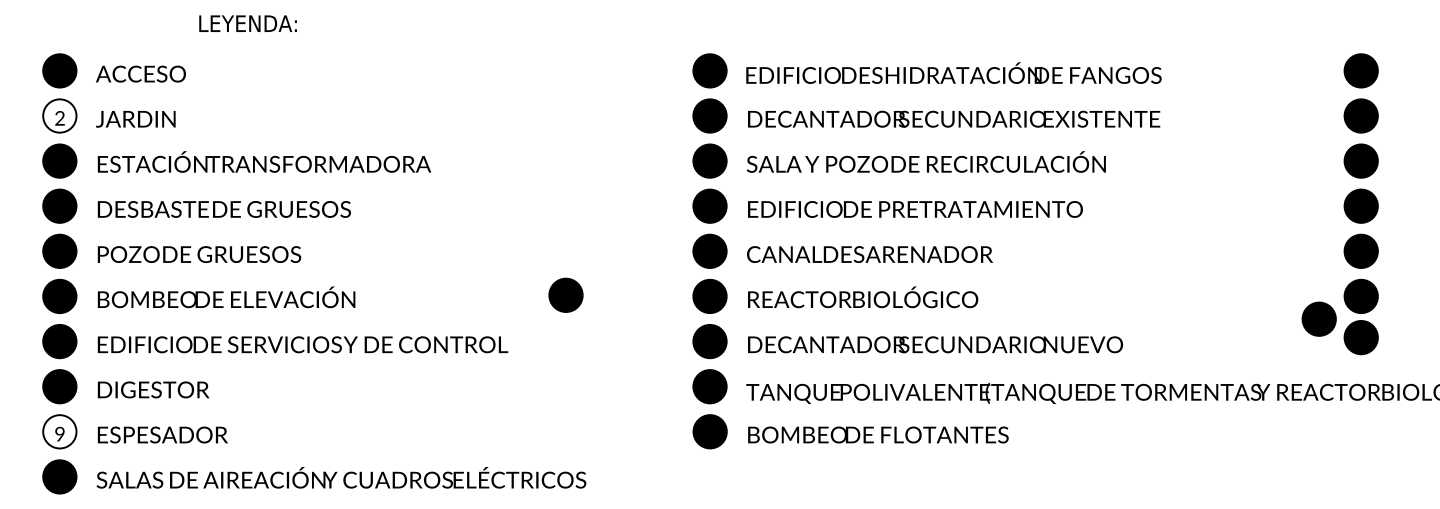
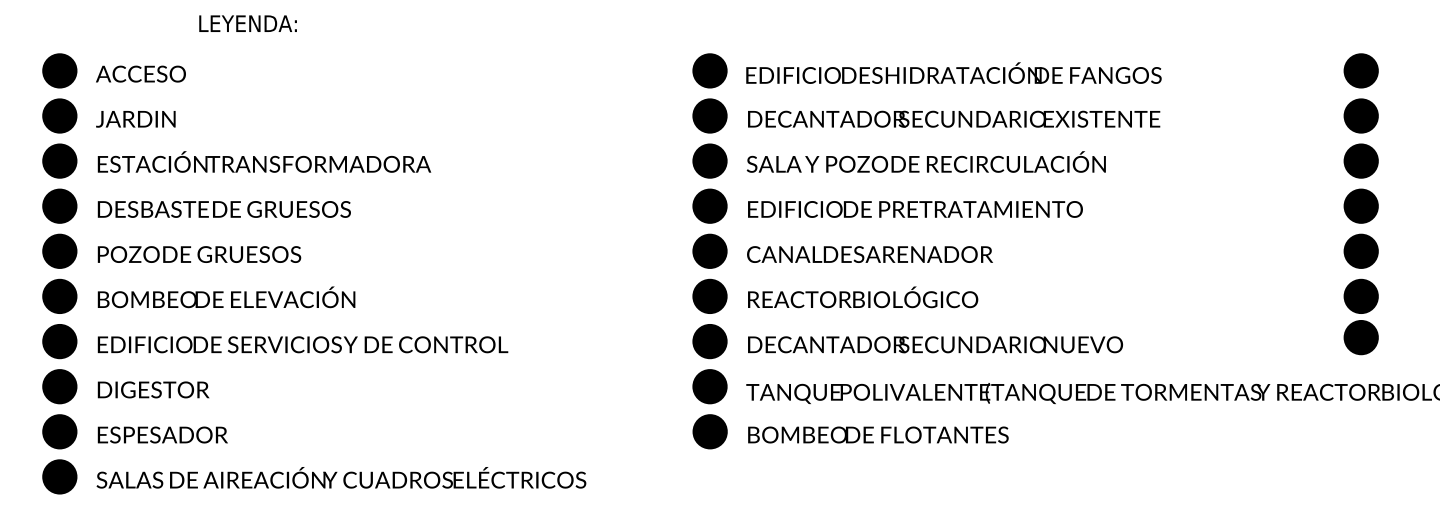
fill at (59, 115): none -> present
part at (565, 294): present -> none
part at (1318, 318): present -> none
fill at (59, 431): none -> present
